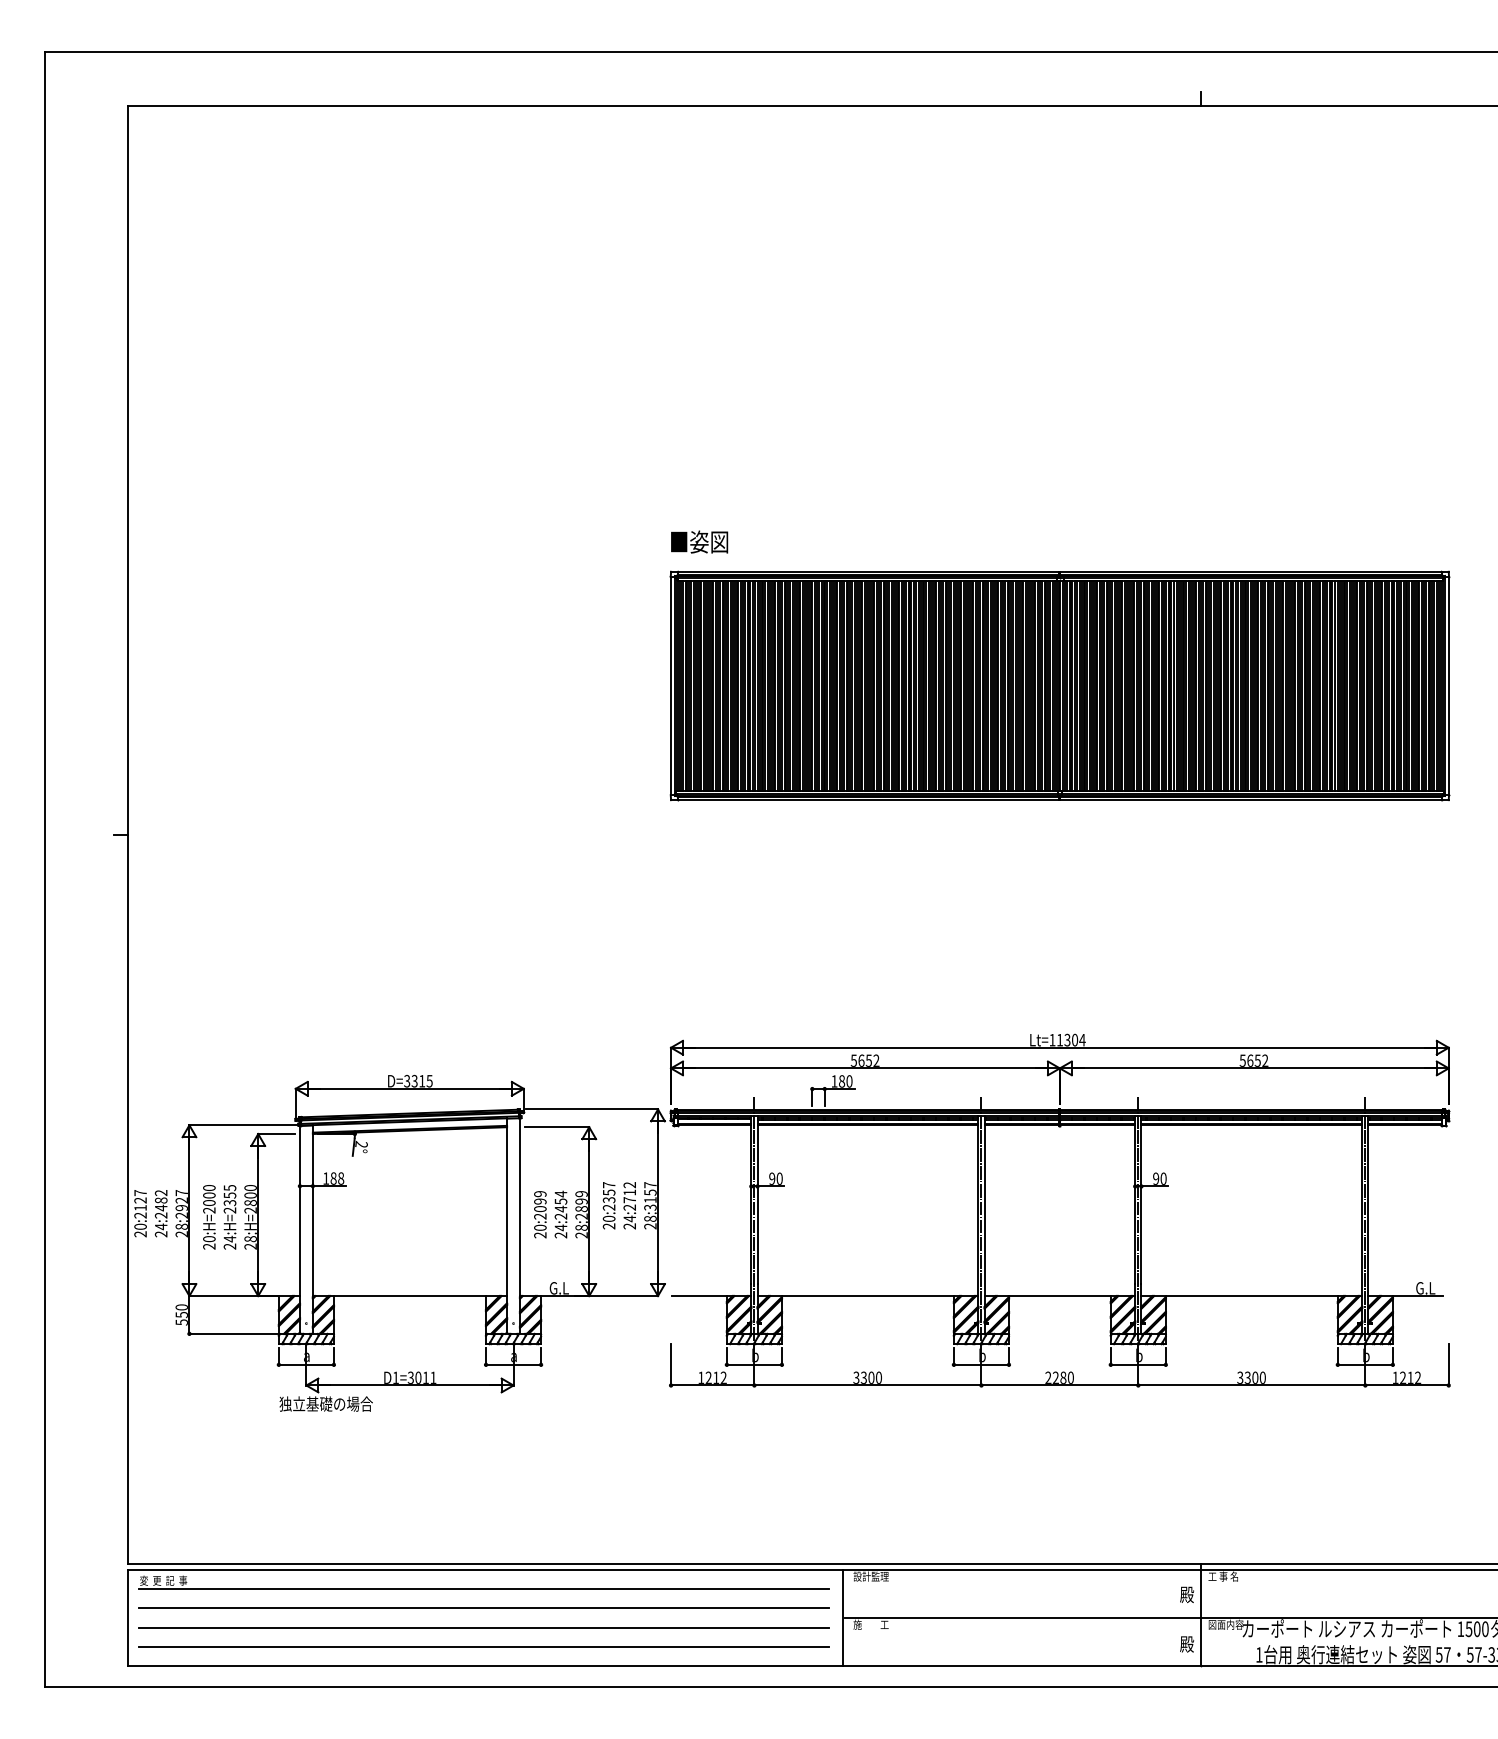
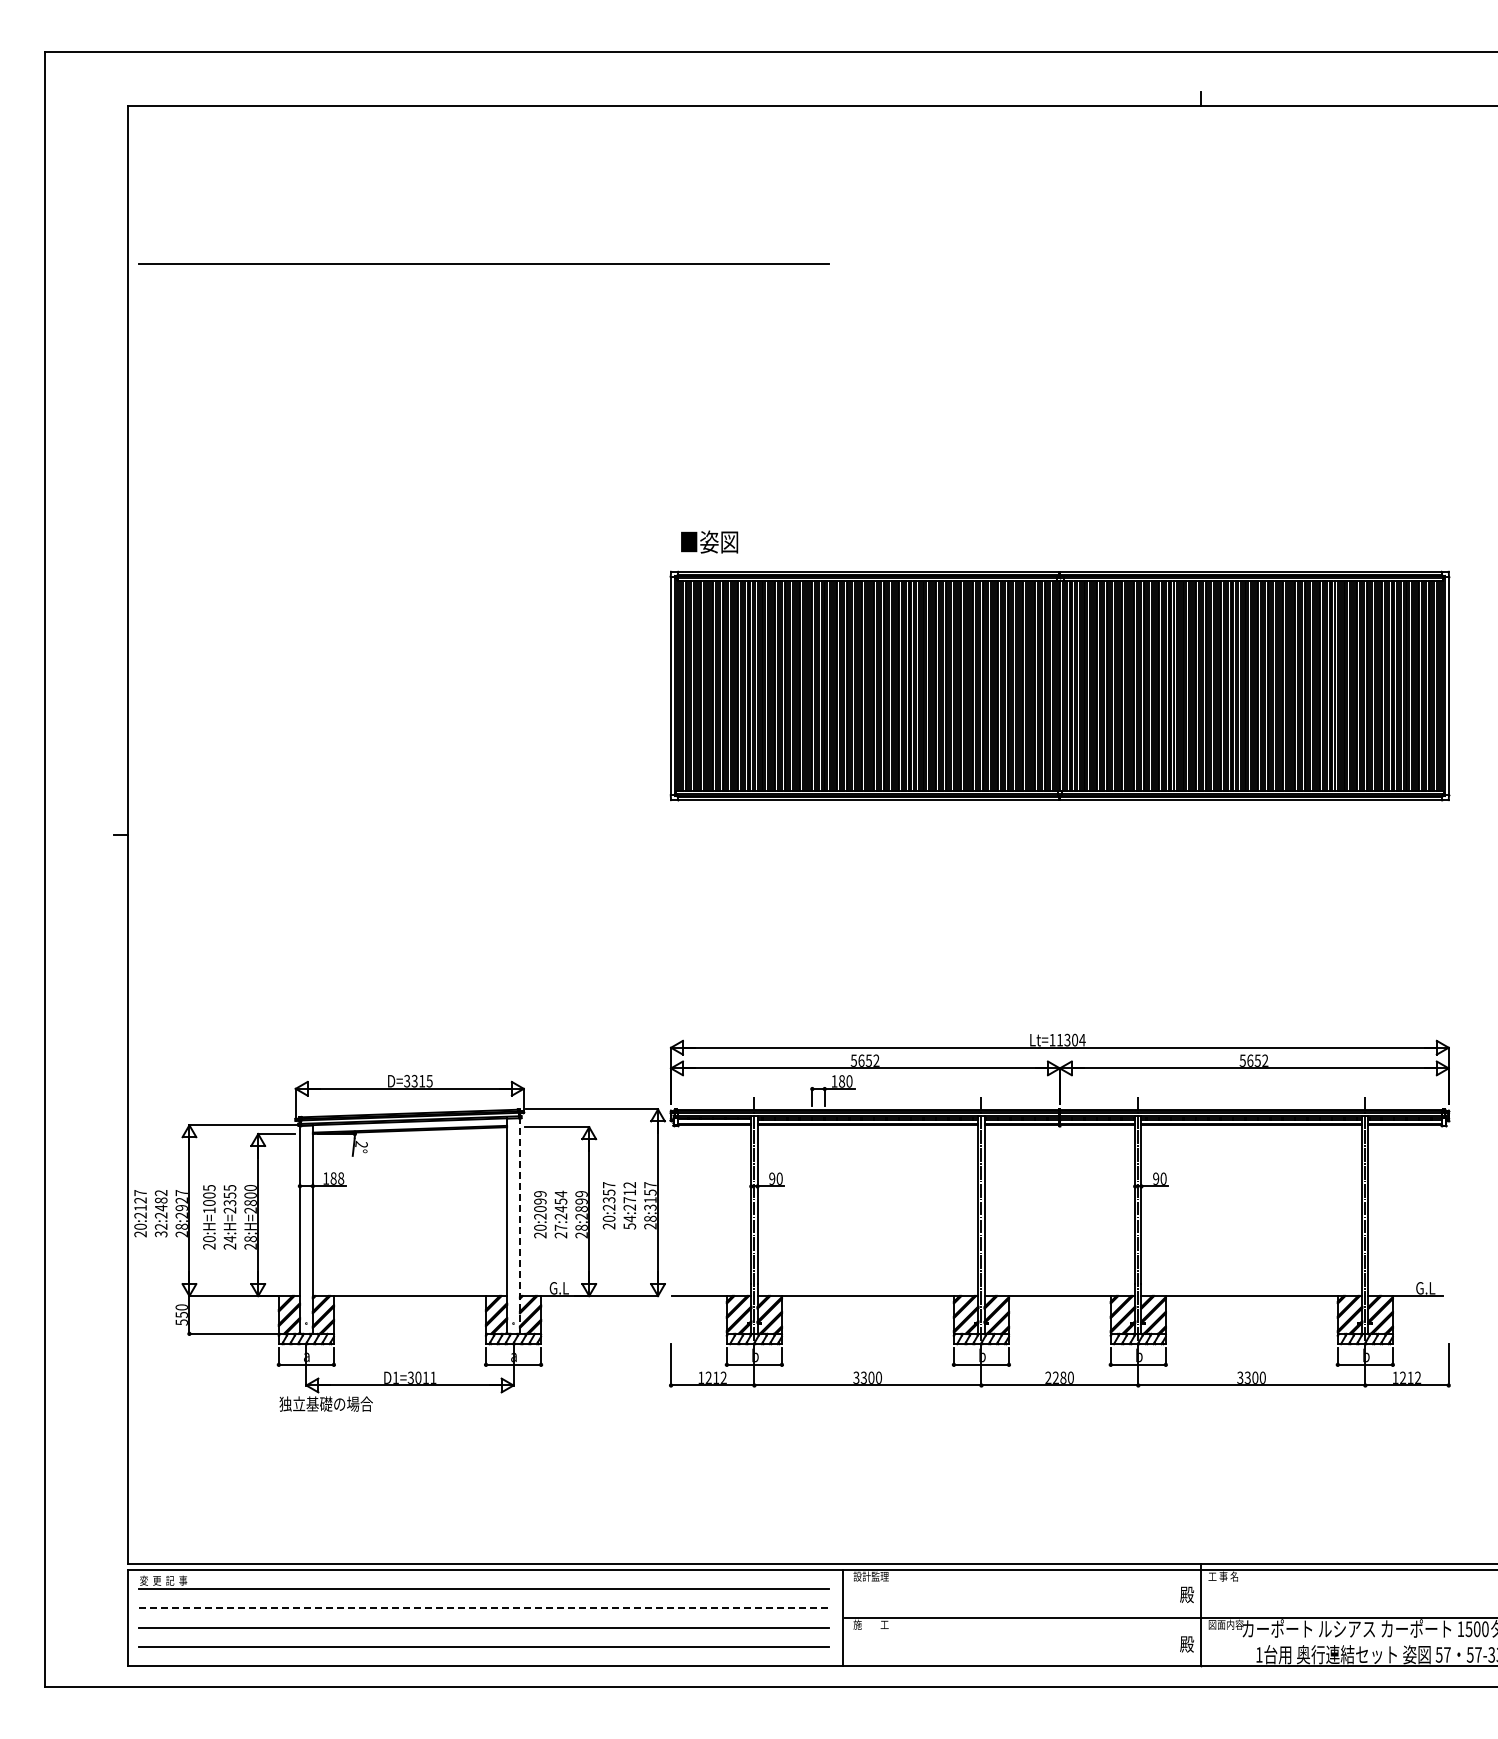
line at (483, 263): none -> present
text at (699, 541) position: (699, 541) -> (709, 541)
text at (209, 1199): 20:H=2000 -> 20:H=1005
line at (520, 1225): solid -> dashed
text at (629, 1226): 24:2712 -> 54:2712
text at (560, 1227): 24:2454 -> 27:2454
text at (160, 1230): 24:2482 -> 32:2482
line at (484, 1608): solid -> dashed
